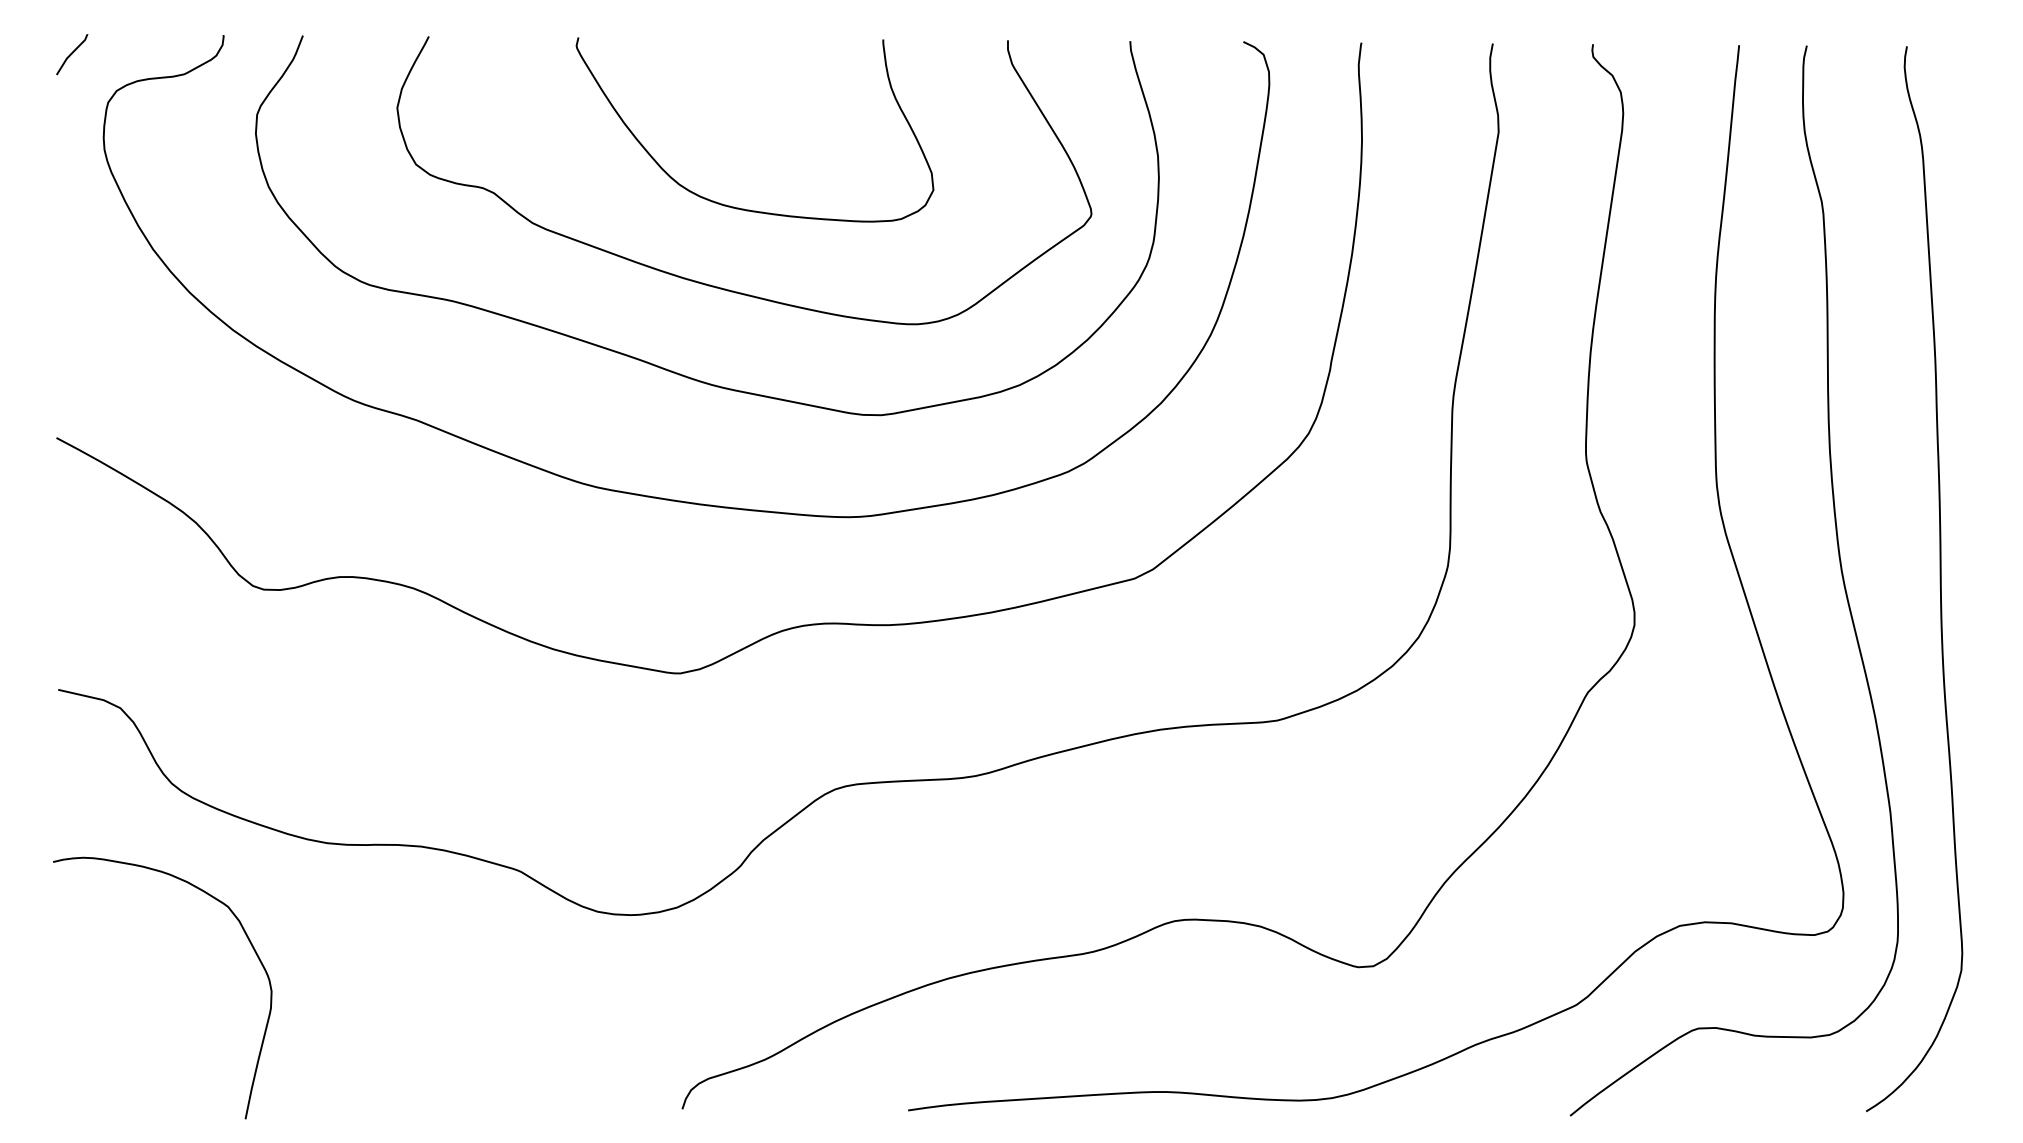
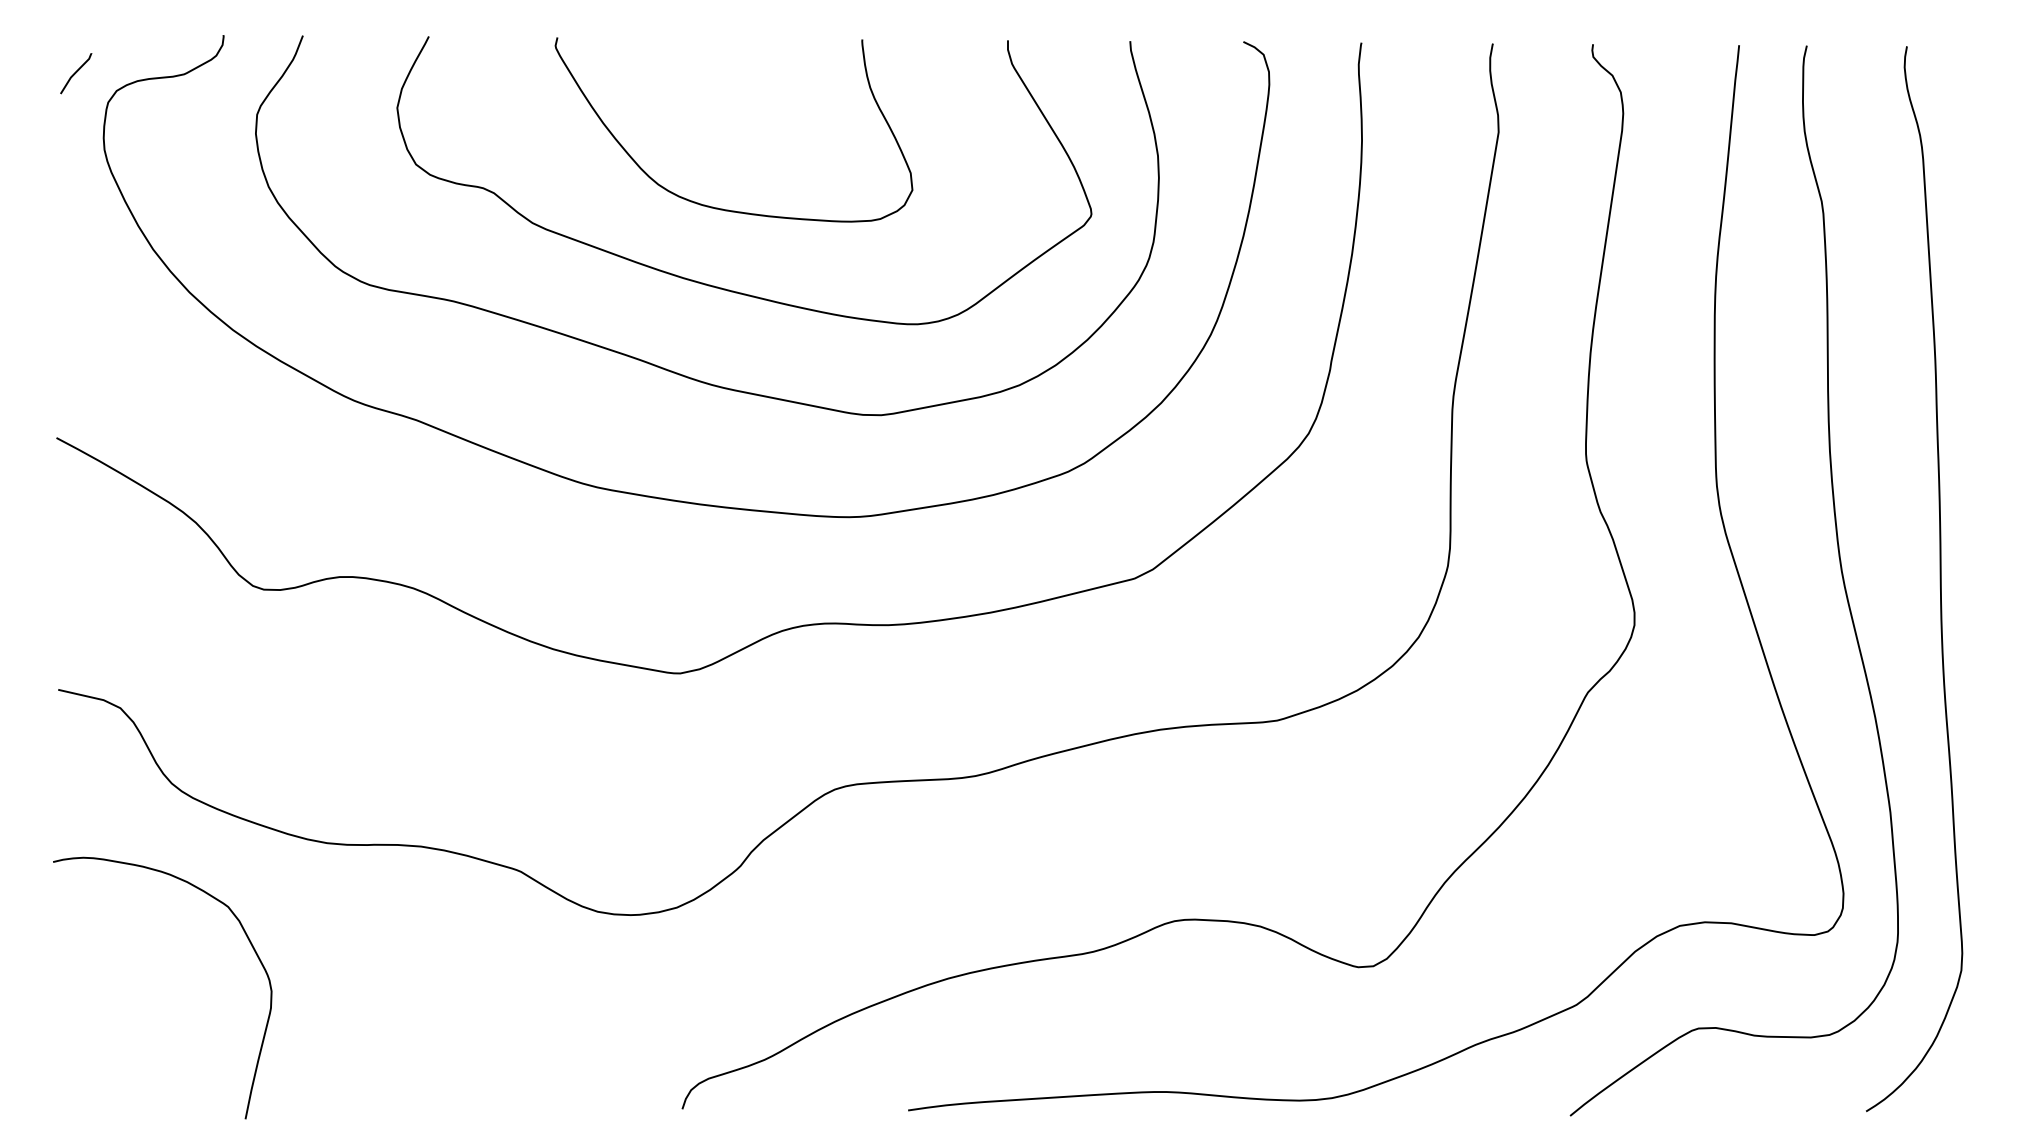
curve at (72, 54) position: (72, 54) -> (76, 73)
curve at (734, 206) position: (734, 206) -> (713, 206)
